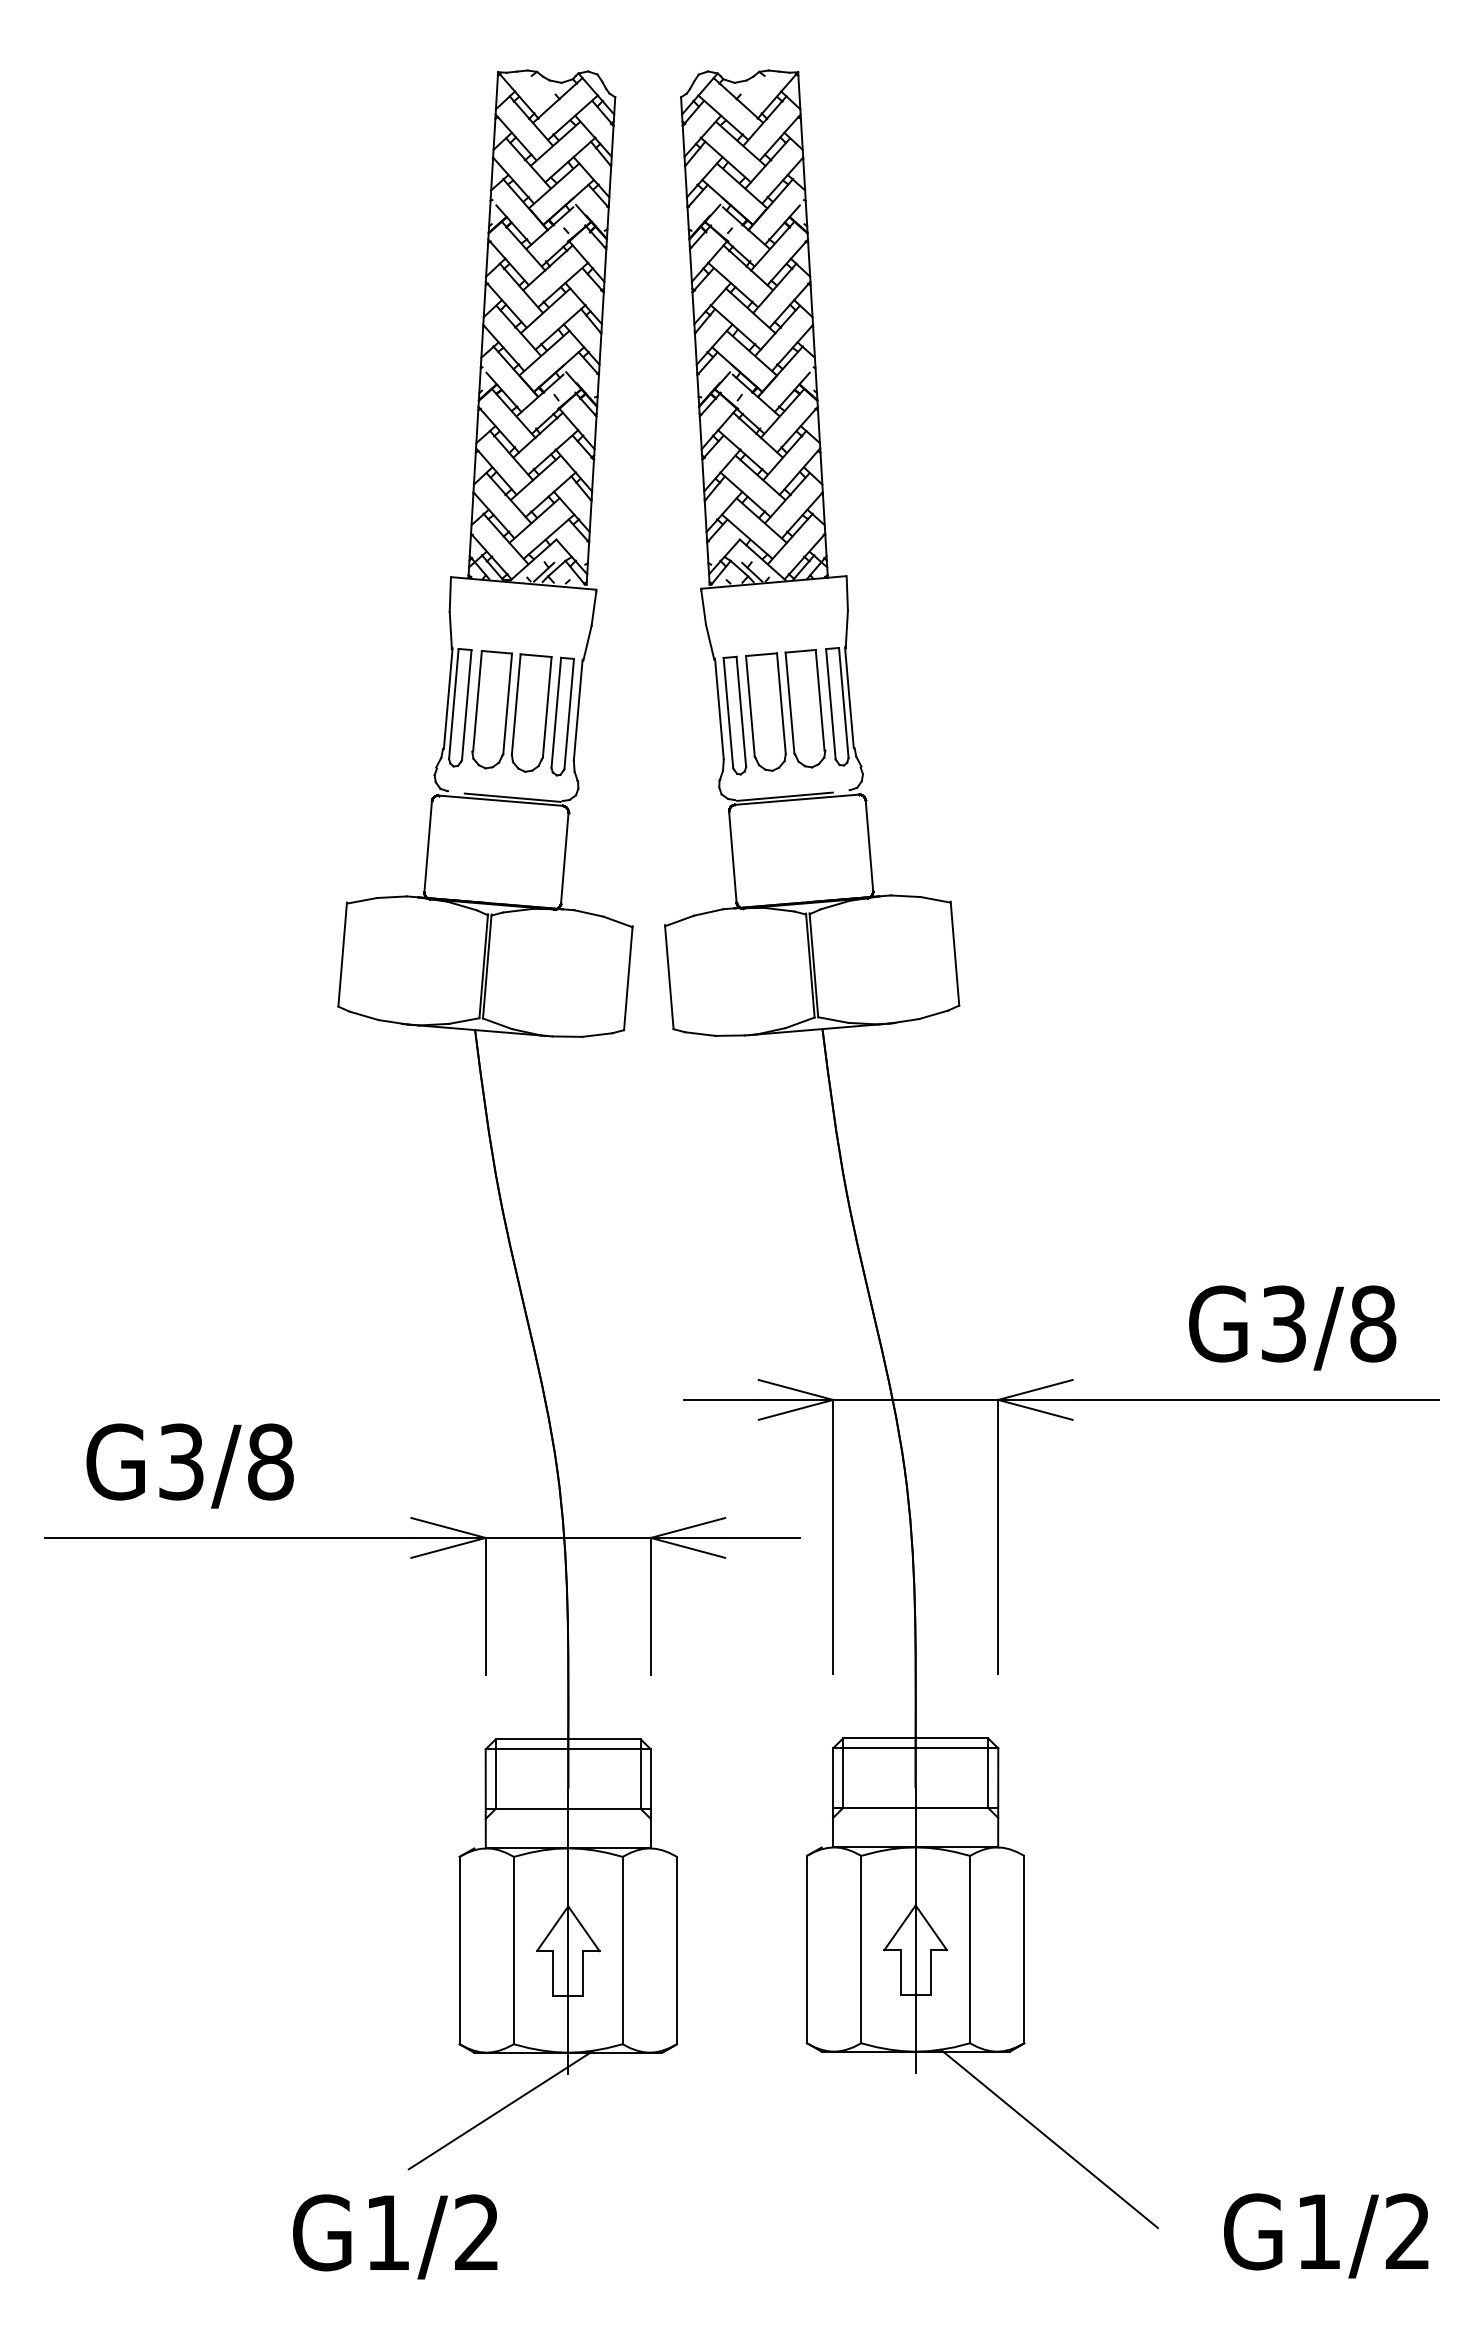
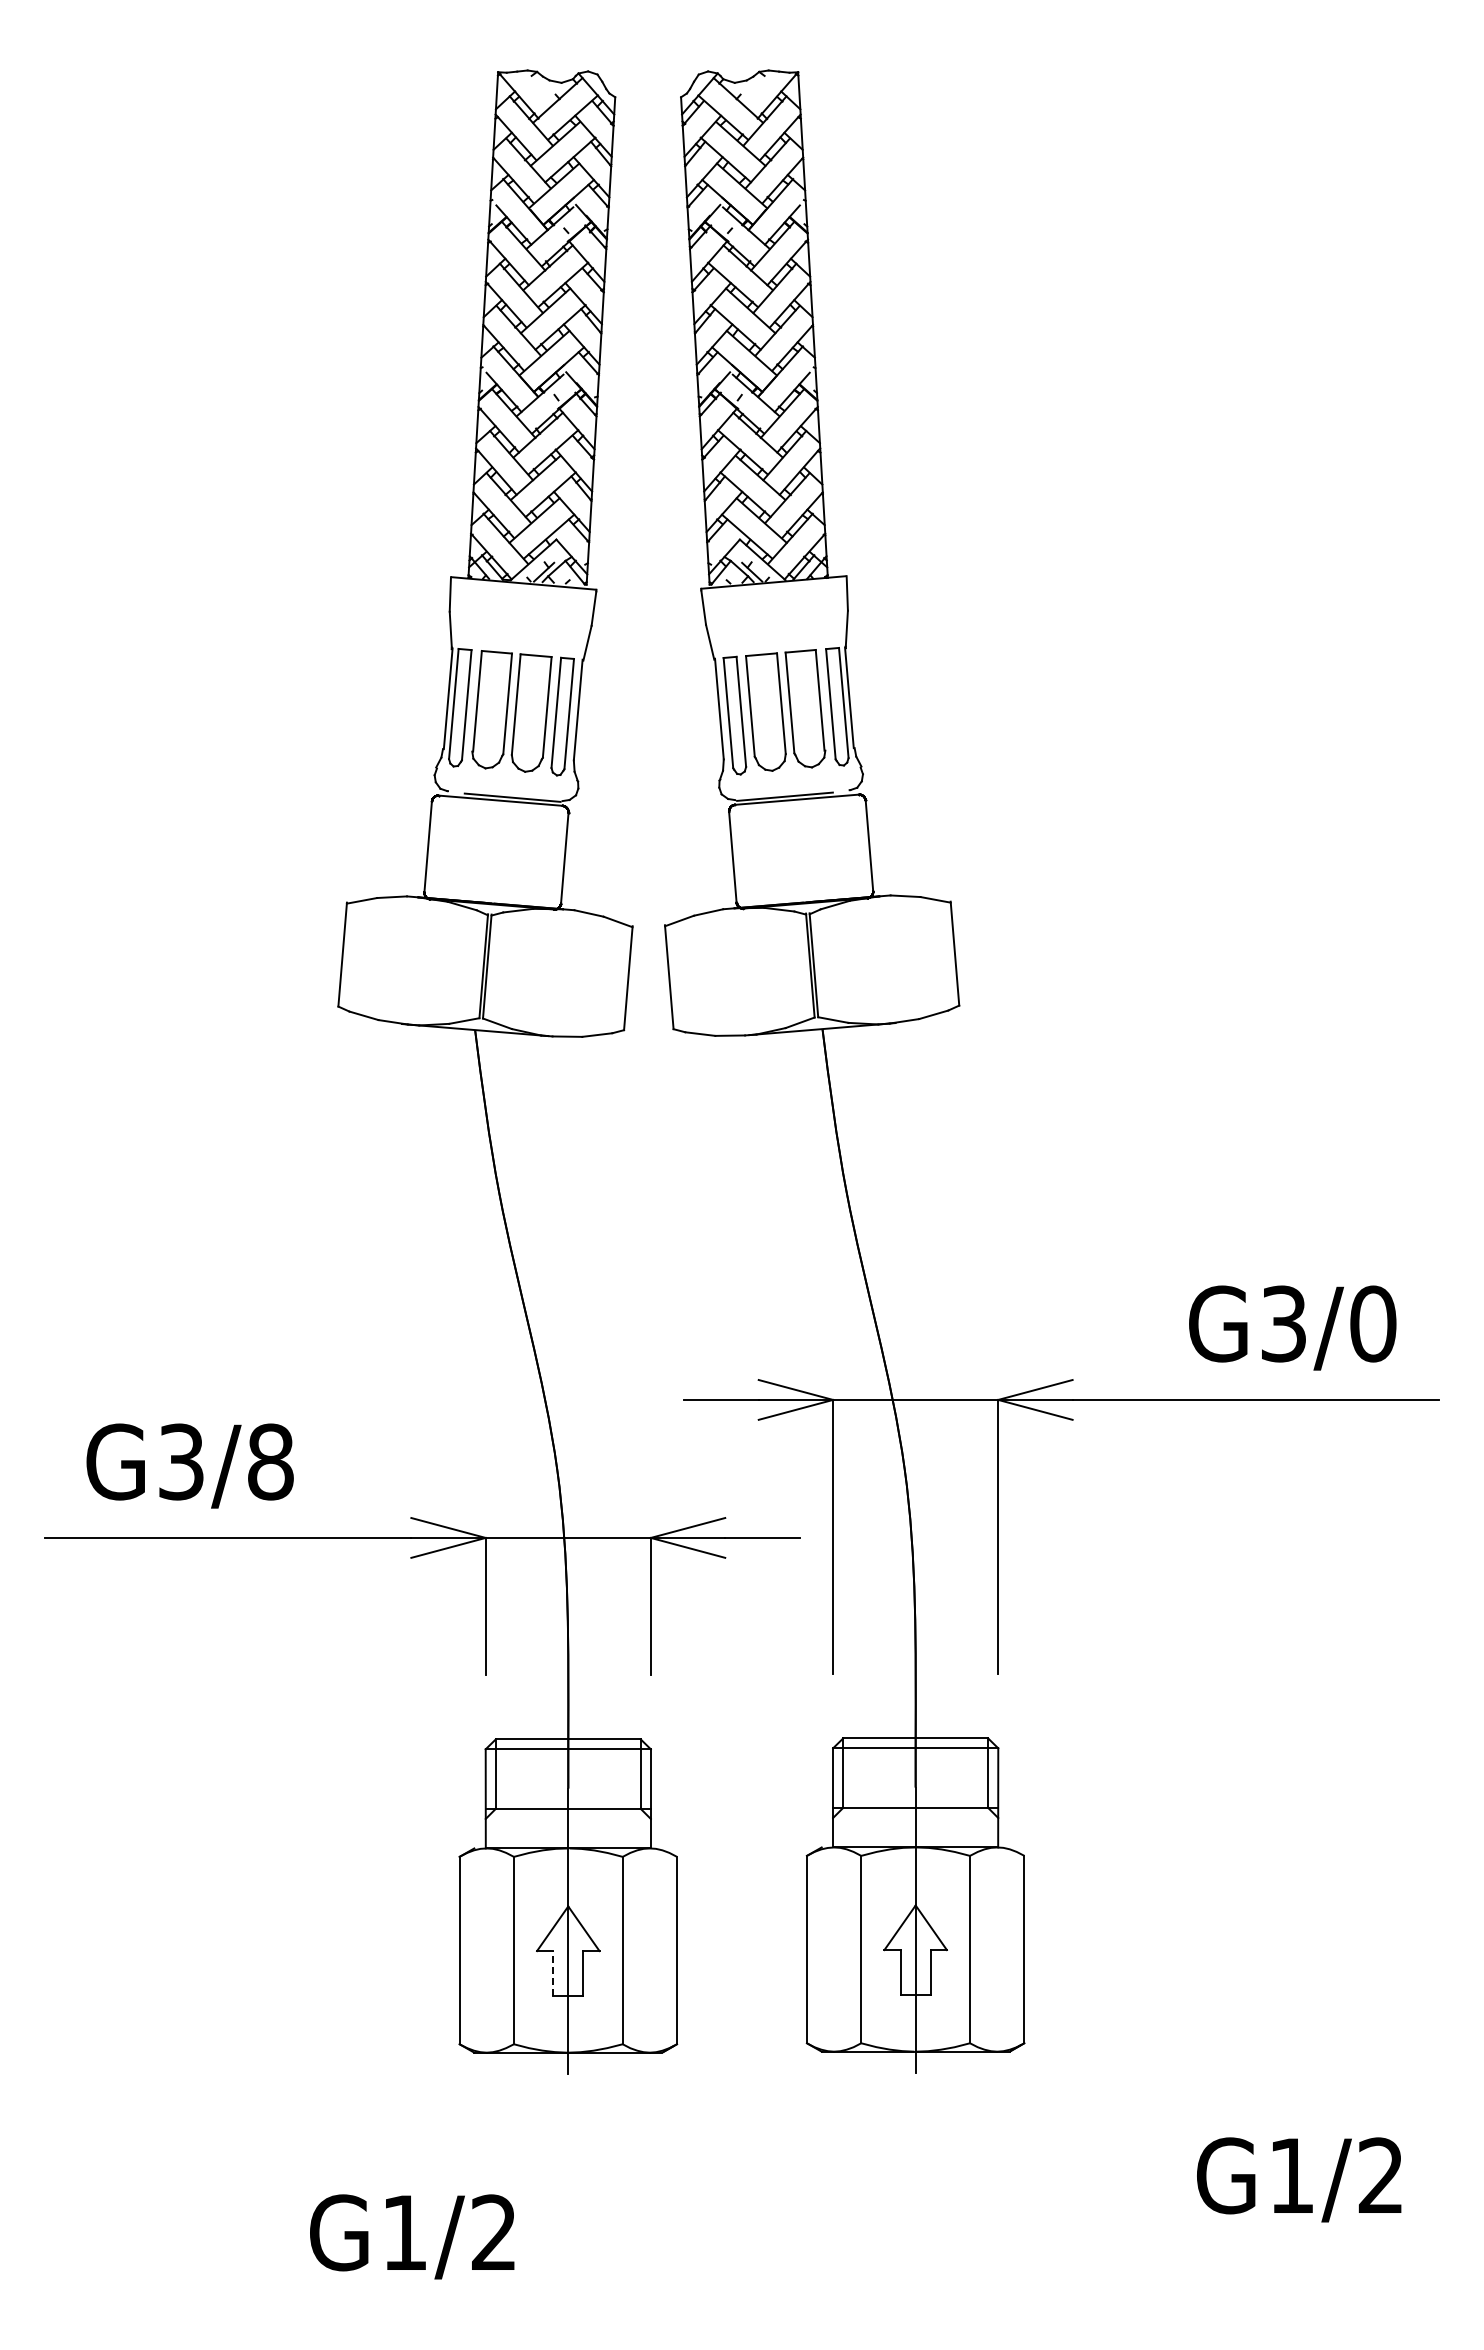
text at (1373, 1323): G3/8 -> G3/0
line at (553, 1972): solid -> dashed
line at (500, 2109): present -> none
line at (1048, 2138): present -> none
text at (1326, 2235) position: (1326, 2235) -> (1299, 2179)
text at (395, 2236) position: (395, 2236) -> (412, 2236)
